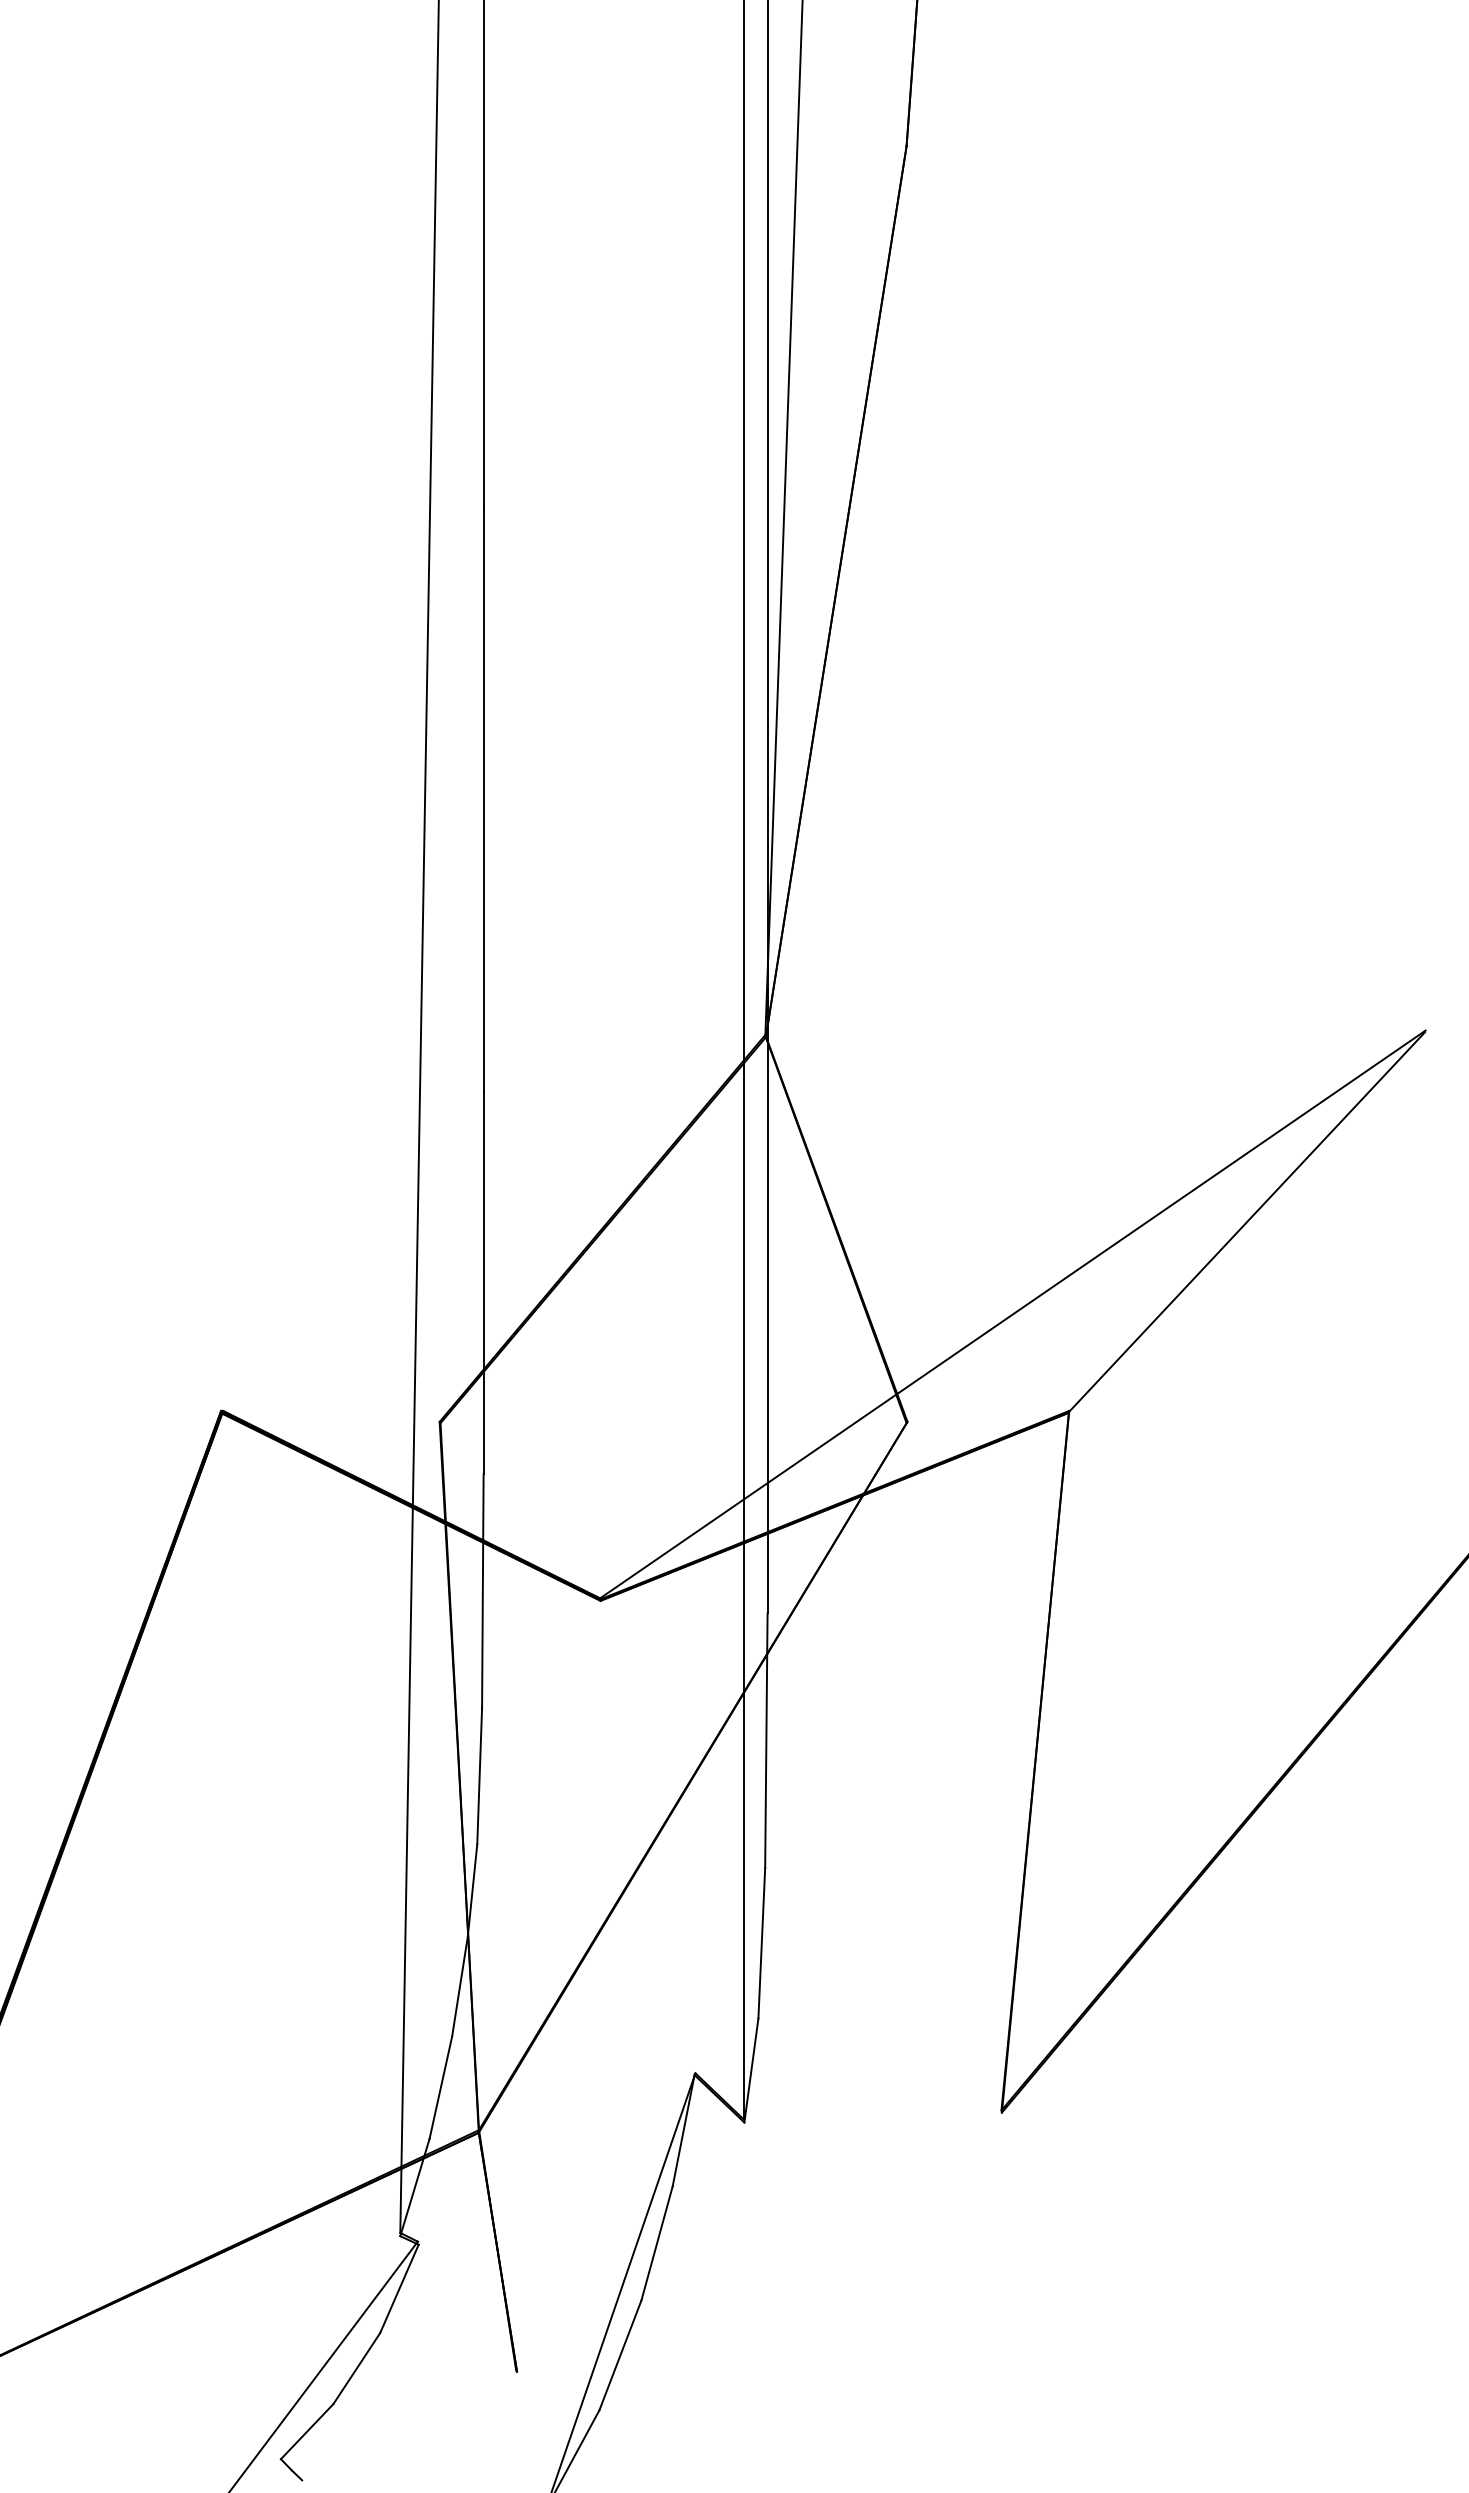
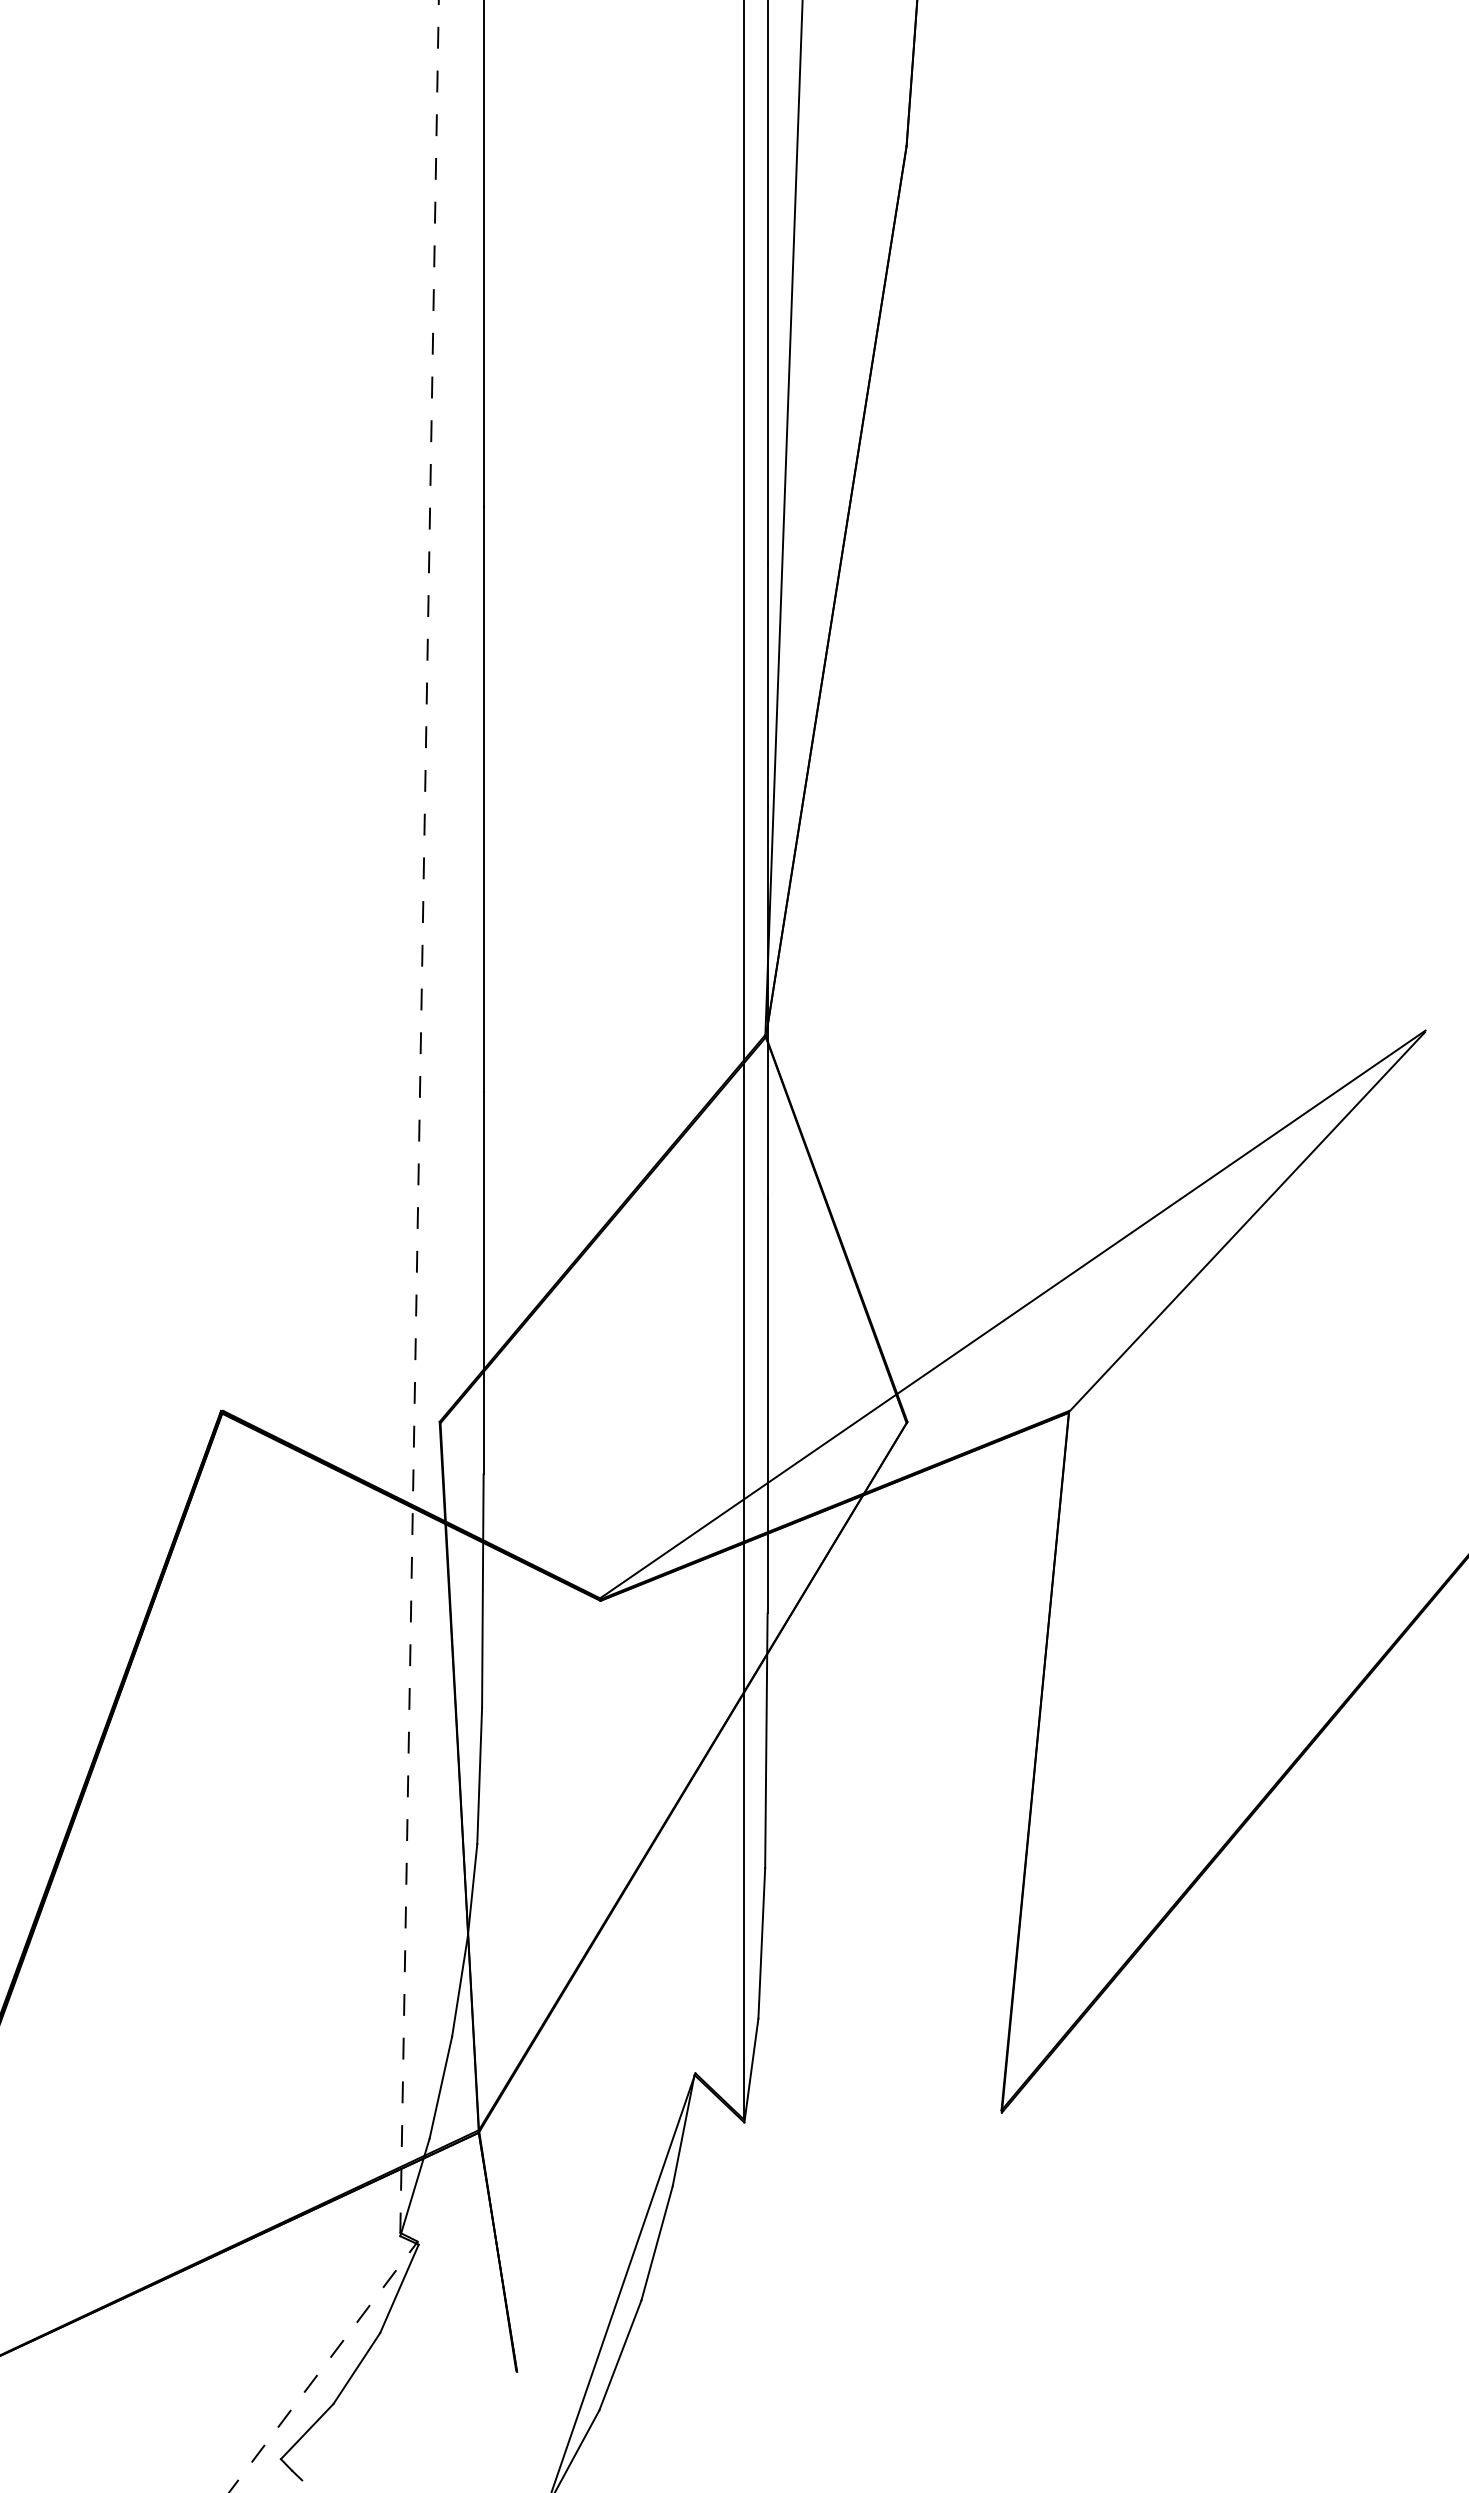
line at (419, 1117): solid -> dashed
line at (323, 2366): solid -> dashed
